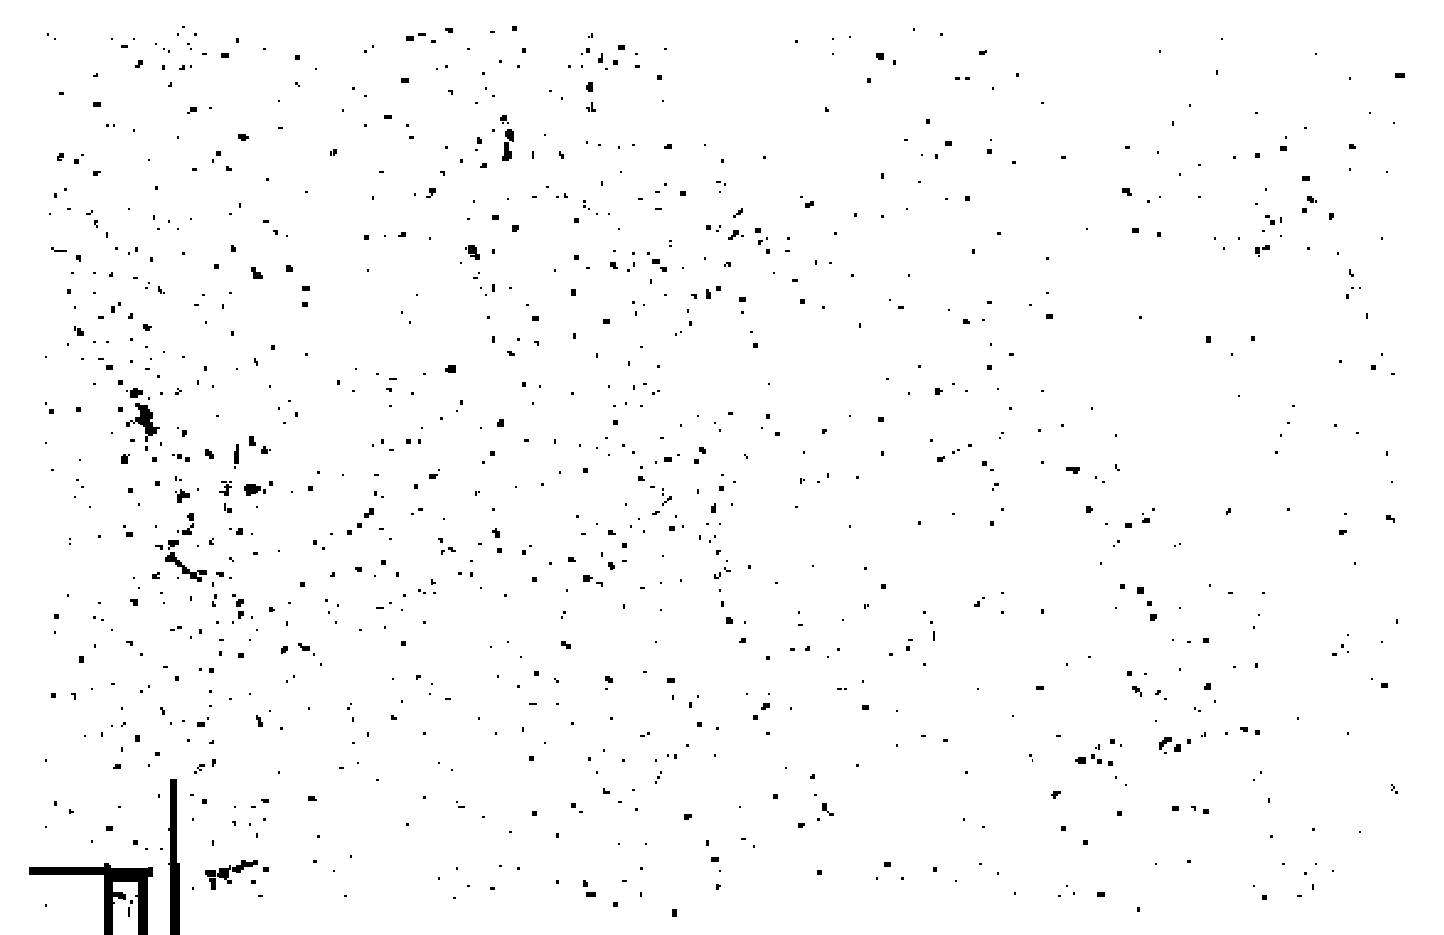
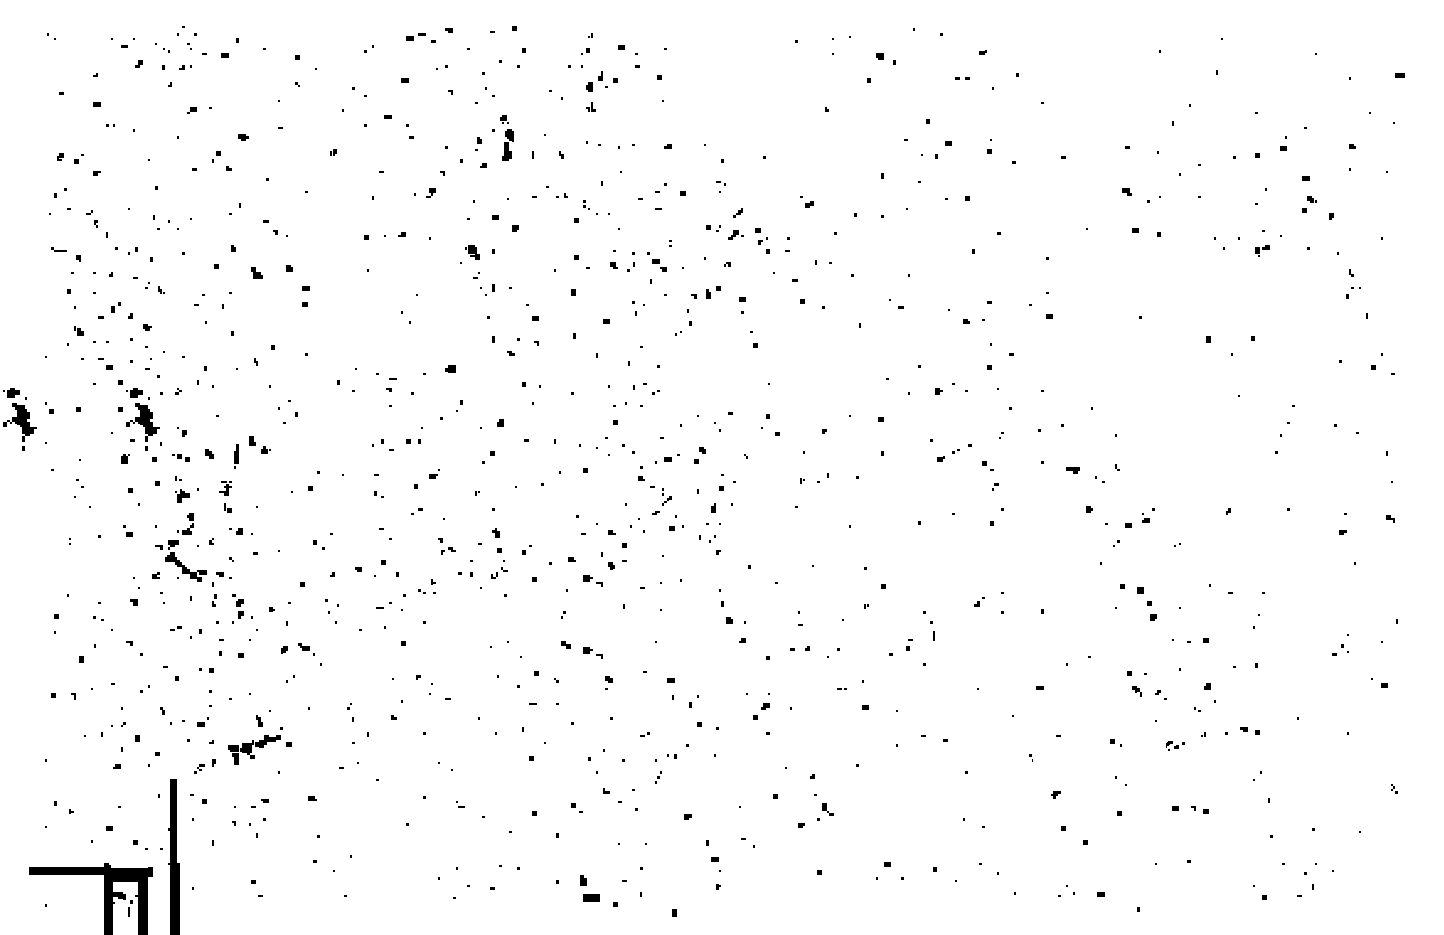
part at (607, 61) position: (607, 61) -> (607, 79)
part at (1273, 219): present -> none
part at (19, 419): none -> present
part at (258, 488): present -> none
part at (360, 521): present -> none
part at (722, 569) position: (722, 569) -> (499, 569)
part at (592, 652): none -> present
part at (1174, 745) size: 32x17 px -> 19x10 px
part at (1093, 754): present -> none
part at (236, 874) position: (236, 874) -> (259, 749)
part at (589, 888) size: 13x17 px -> 20x27 px
